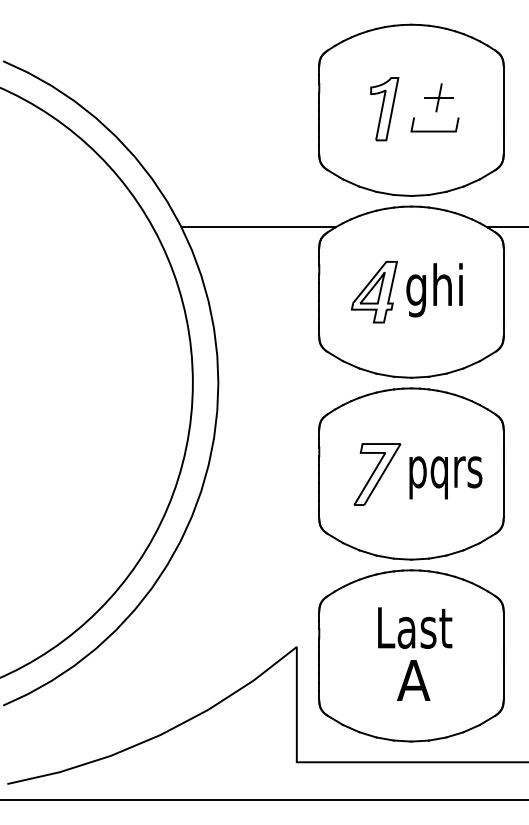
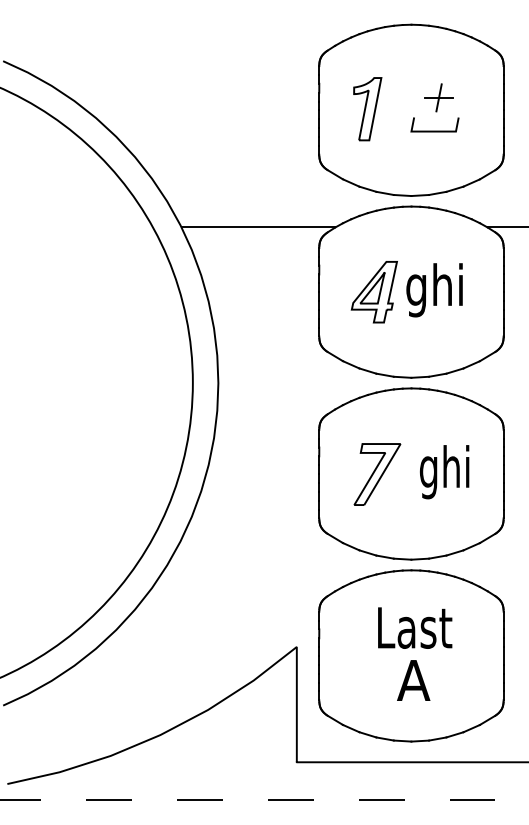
part at (384, 109) position: (384, 109) -> (367, 109)
text at (445, 472): pqrs -> ghi
line at (264, 800): solid -> dashed
